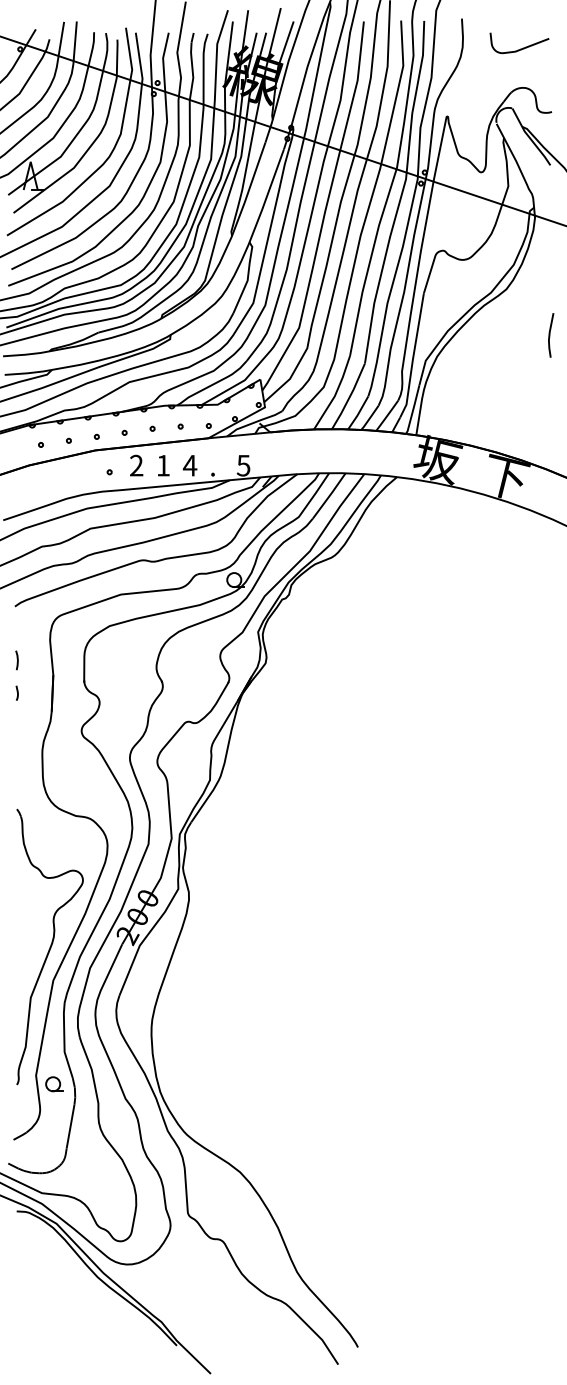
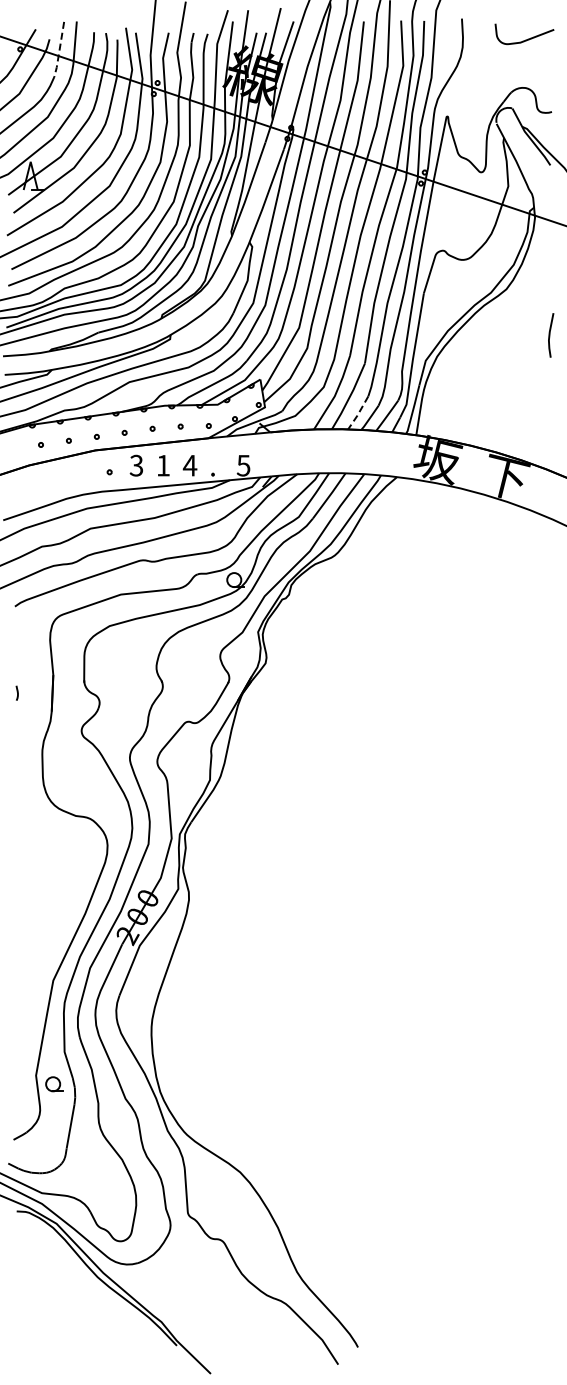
curve at (520, 48) position: (520, 48) -> (525, 39)
line at (59, 50): solid -> dashed
line at (358, 413): solid -> dashed
text at (136, 465): 2 -> 3
line at (17, 660): present -> none
part at (49, 946): present -> none
